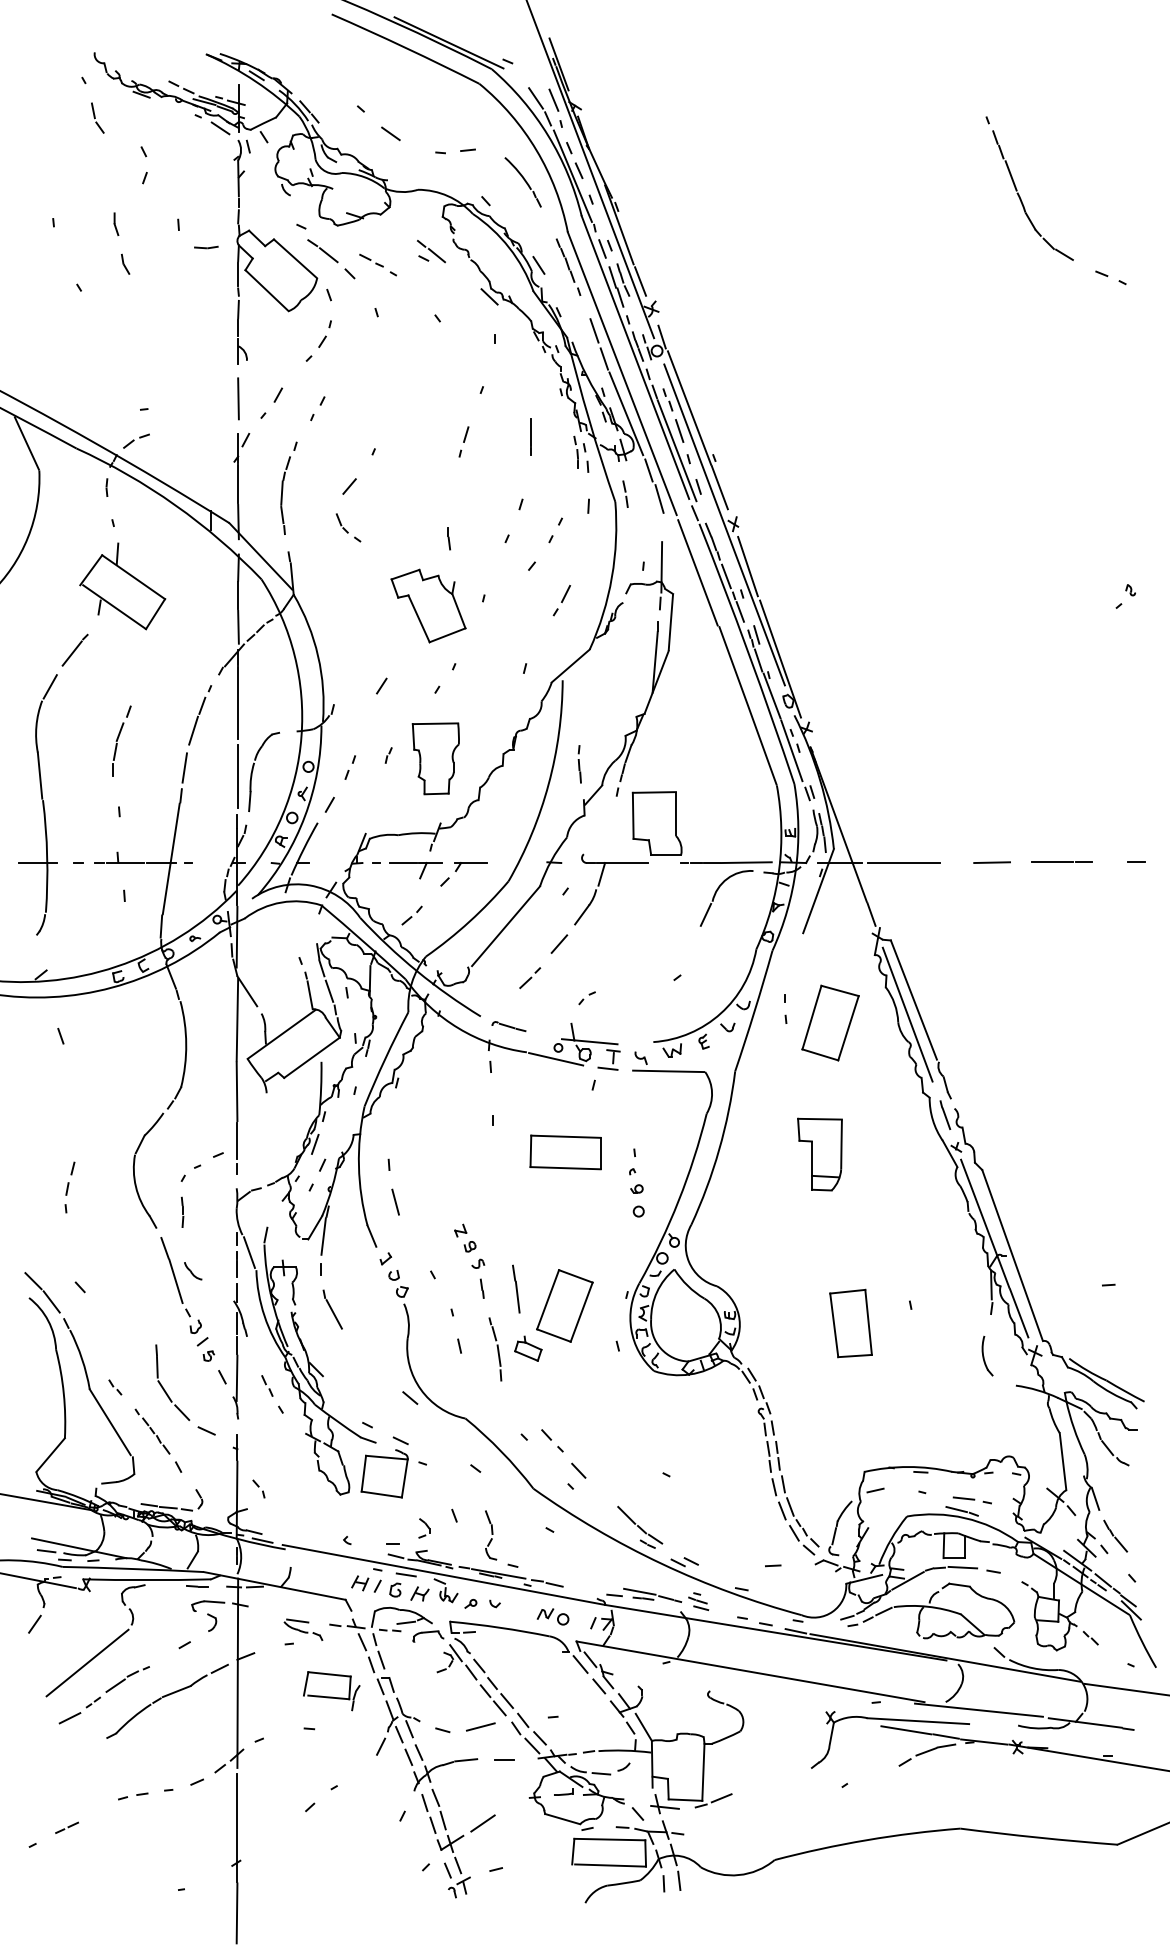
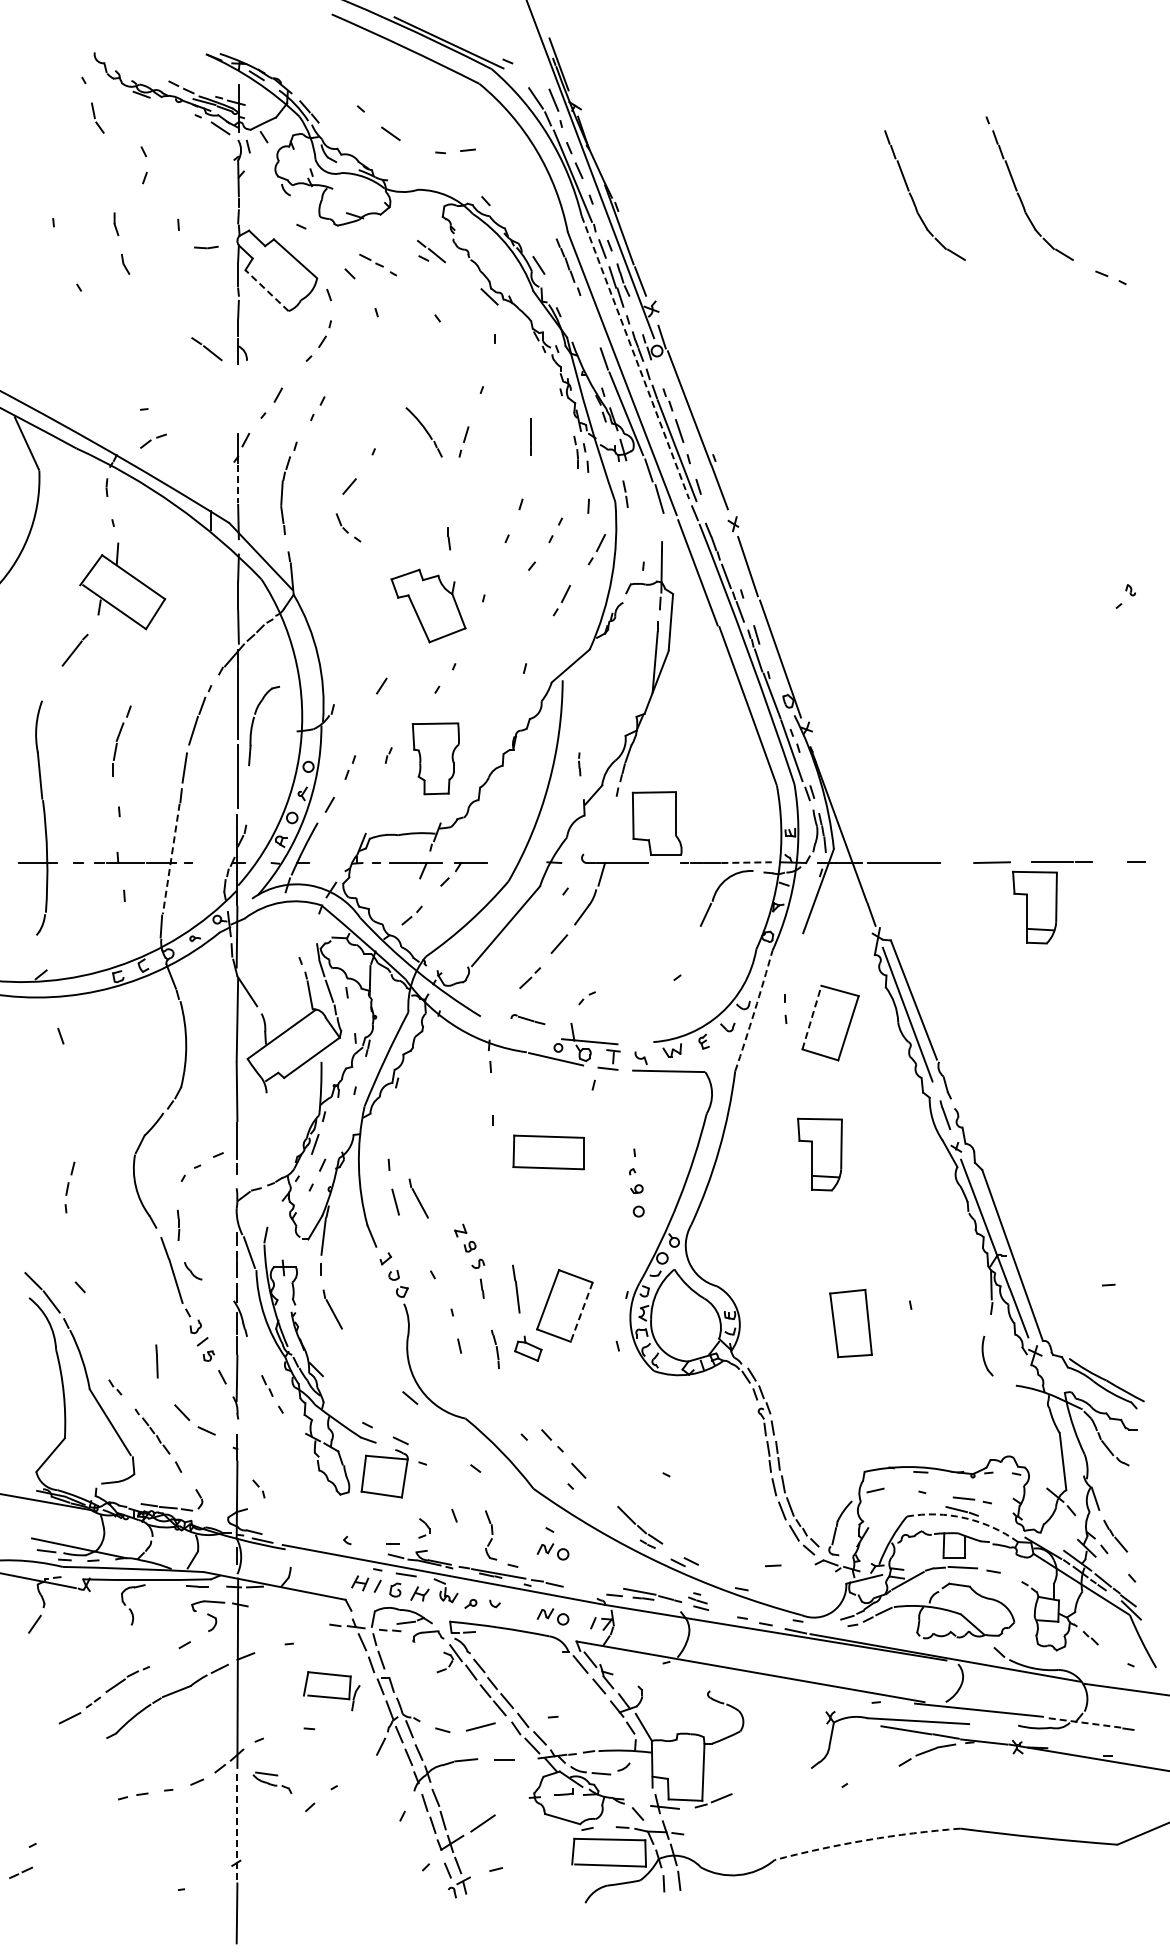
part at (522, 182) position: (522, 182) -> (423, 432)
part at (913, 198): none -> present
line at (322, 251) position: (322, 251) -> (206, 349)
line at (267, 290): solid -> dashed
line at (594, 330): present -> none
line at (635, 358): solid -> dashed
line at (238, 398): present -> none
part at (136, 440) position: (136, 440) -> (153, 440)
line at (238, 484): solid -> dashed
line at (724, 524): present -> none
part at (596, 549): none -> present
line at (49, 686): present -> none
part at (579, 764) size: 5x39 px -> 4x25 px
part at (253, 770) position: (253, 770) -> (253, 724)
line at (171, 858): solid -> dashed
line at (747, 862): solid -> dashed
part at (1034, 907): none -> present
arc at (754, 1011): solid -> dashed
line at (812, 1017): solid -> dashed
part at (508, 1026) position: (508, 1026) -> (527, 1019)
part at (565, 1152) position: (565, 1152) -> (548, 1152)
part at (418, 1198): none -> present
part at (182, 1211) position: (182, 1211) -> (178, 1224)
line at (581, 1312): solid -> dashed
part at (495, 1349) size: 15x65 px -> 9x40 px
line at (164, 1391): present -> none
arc at (965, 1518): solid -> dashed
part at (552, 1551): none -> present
part at (303, 1629) position: (303, 1629) -> (272, 1782)
line at (87, 1662): present -> none
line at (1085, 1722): solid -> dashed
line at (67, 1827) position: (67, 1827) -> (21, 1872)
line at (237, 1828): solid -> dashed
arc at (866, 1840): solid -> dashed
